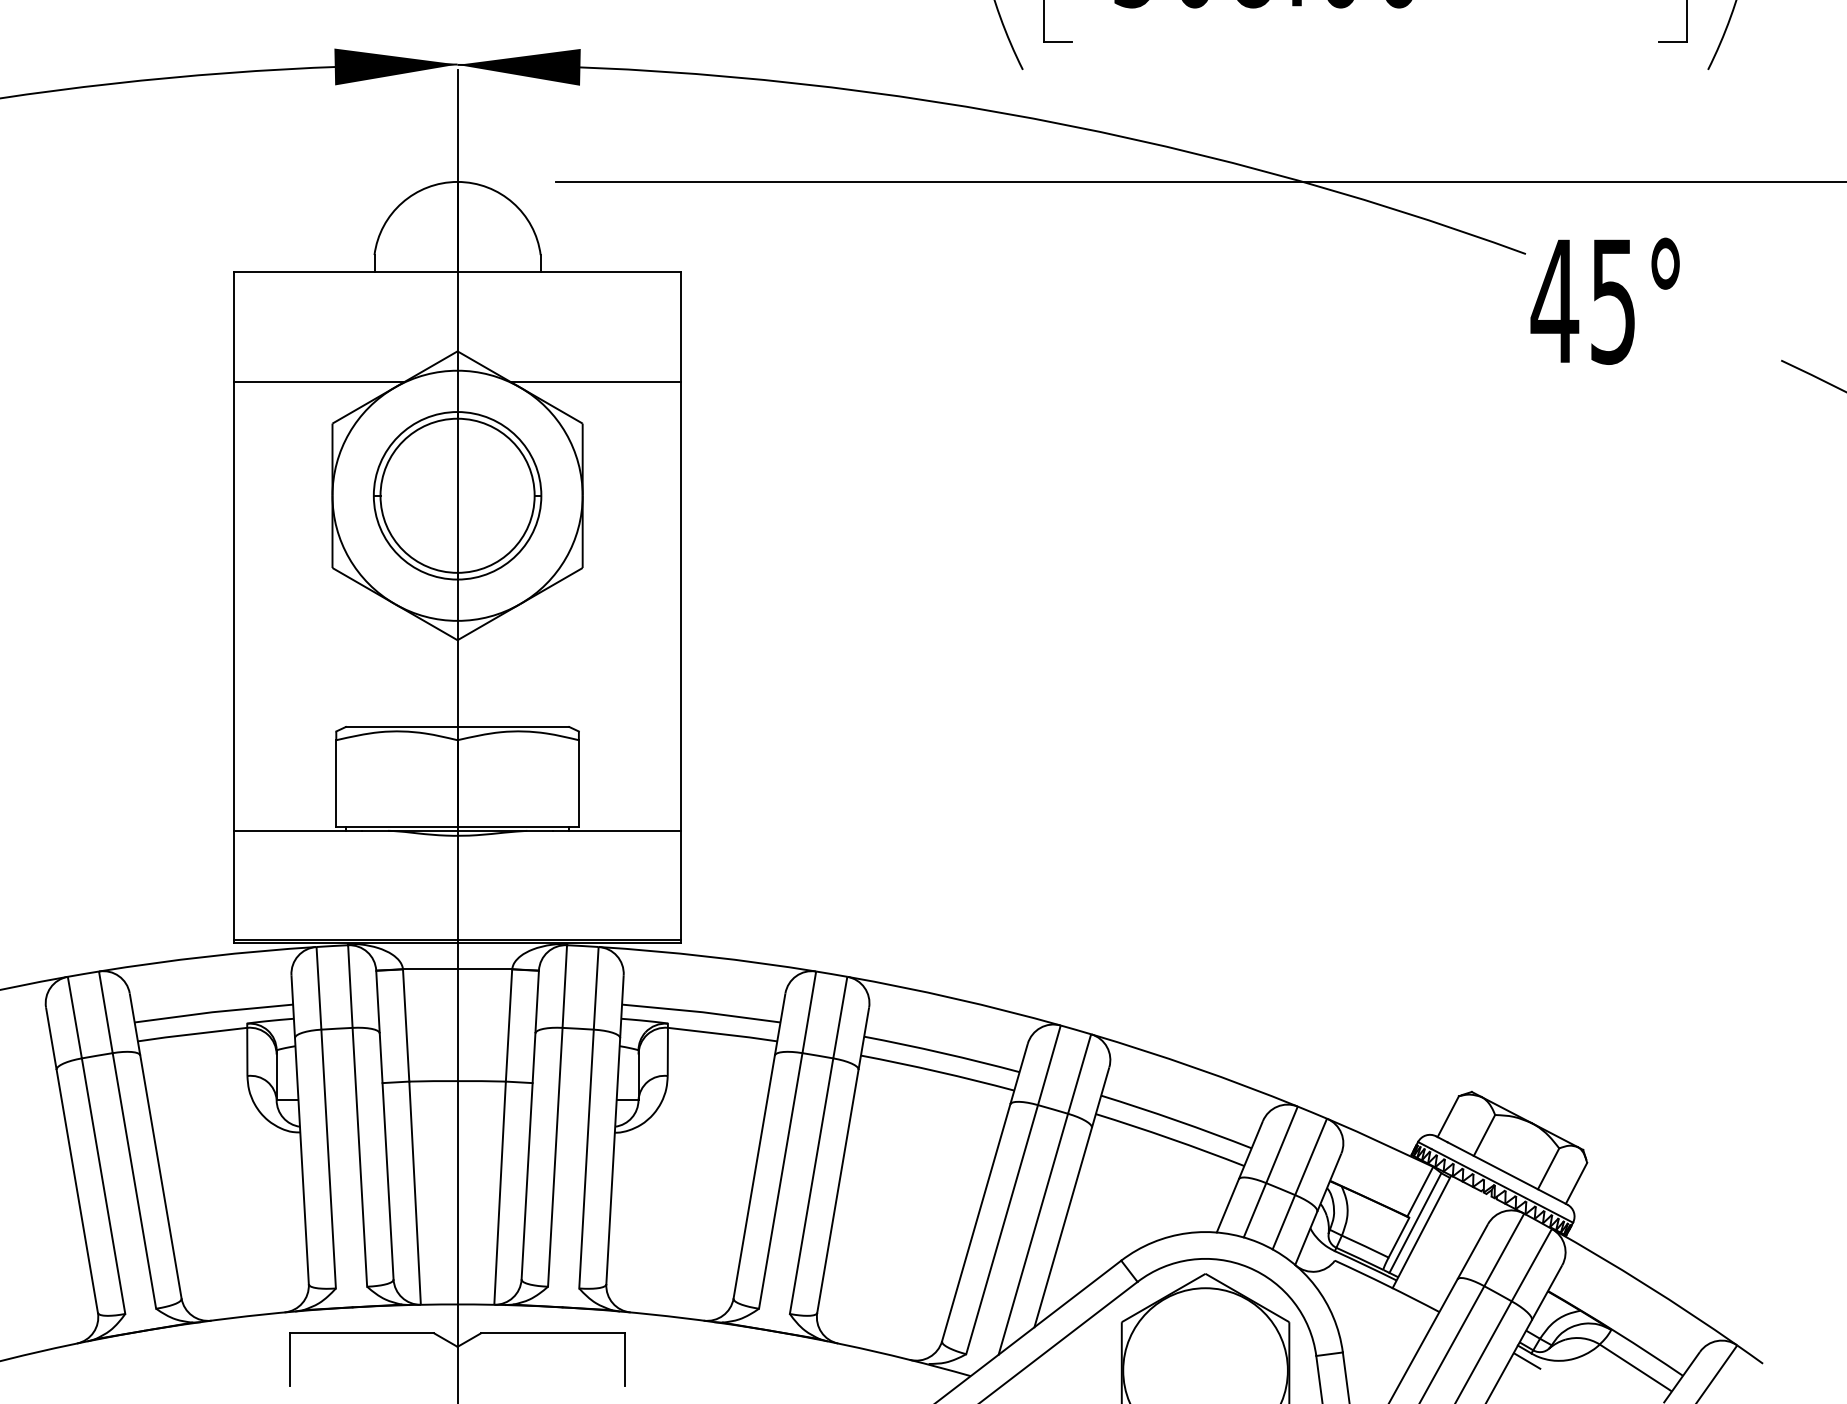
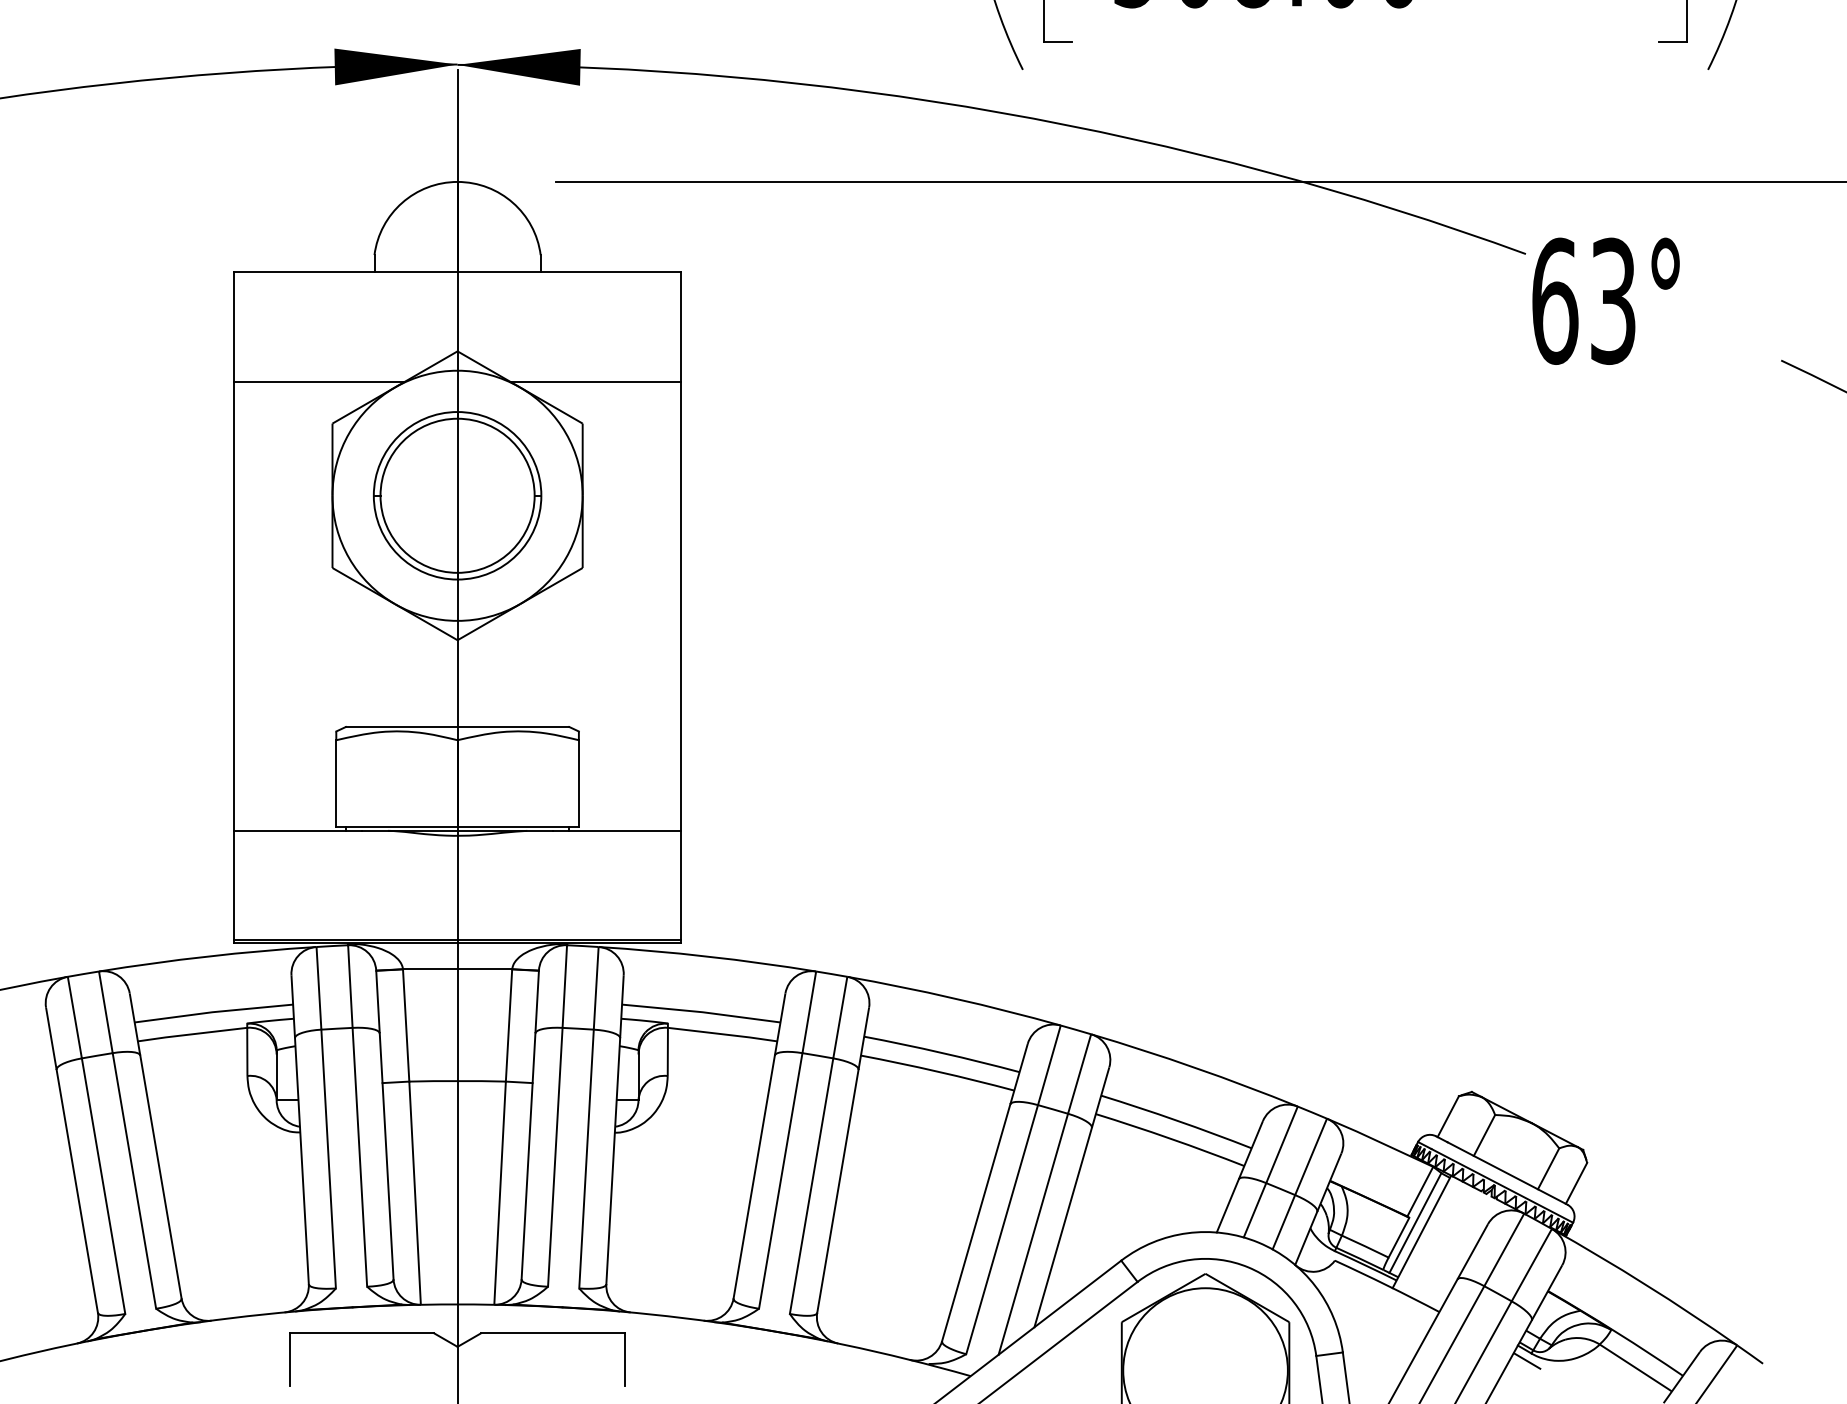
text at (1582, 300): 45° -> 63°
